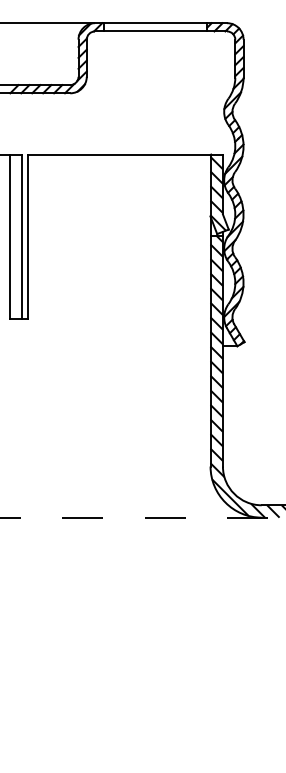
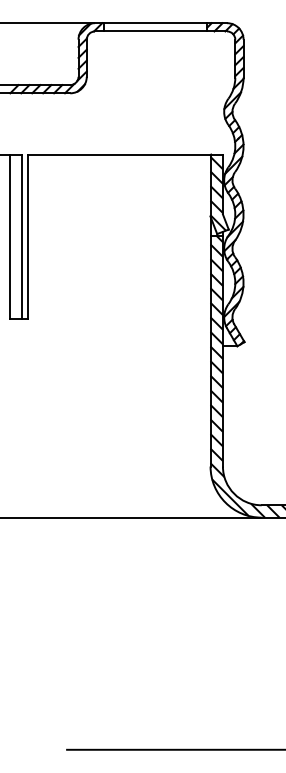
line at (142, 517): dashed -> solid
line at (174, 749): none -> present
